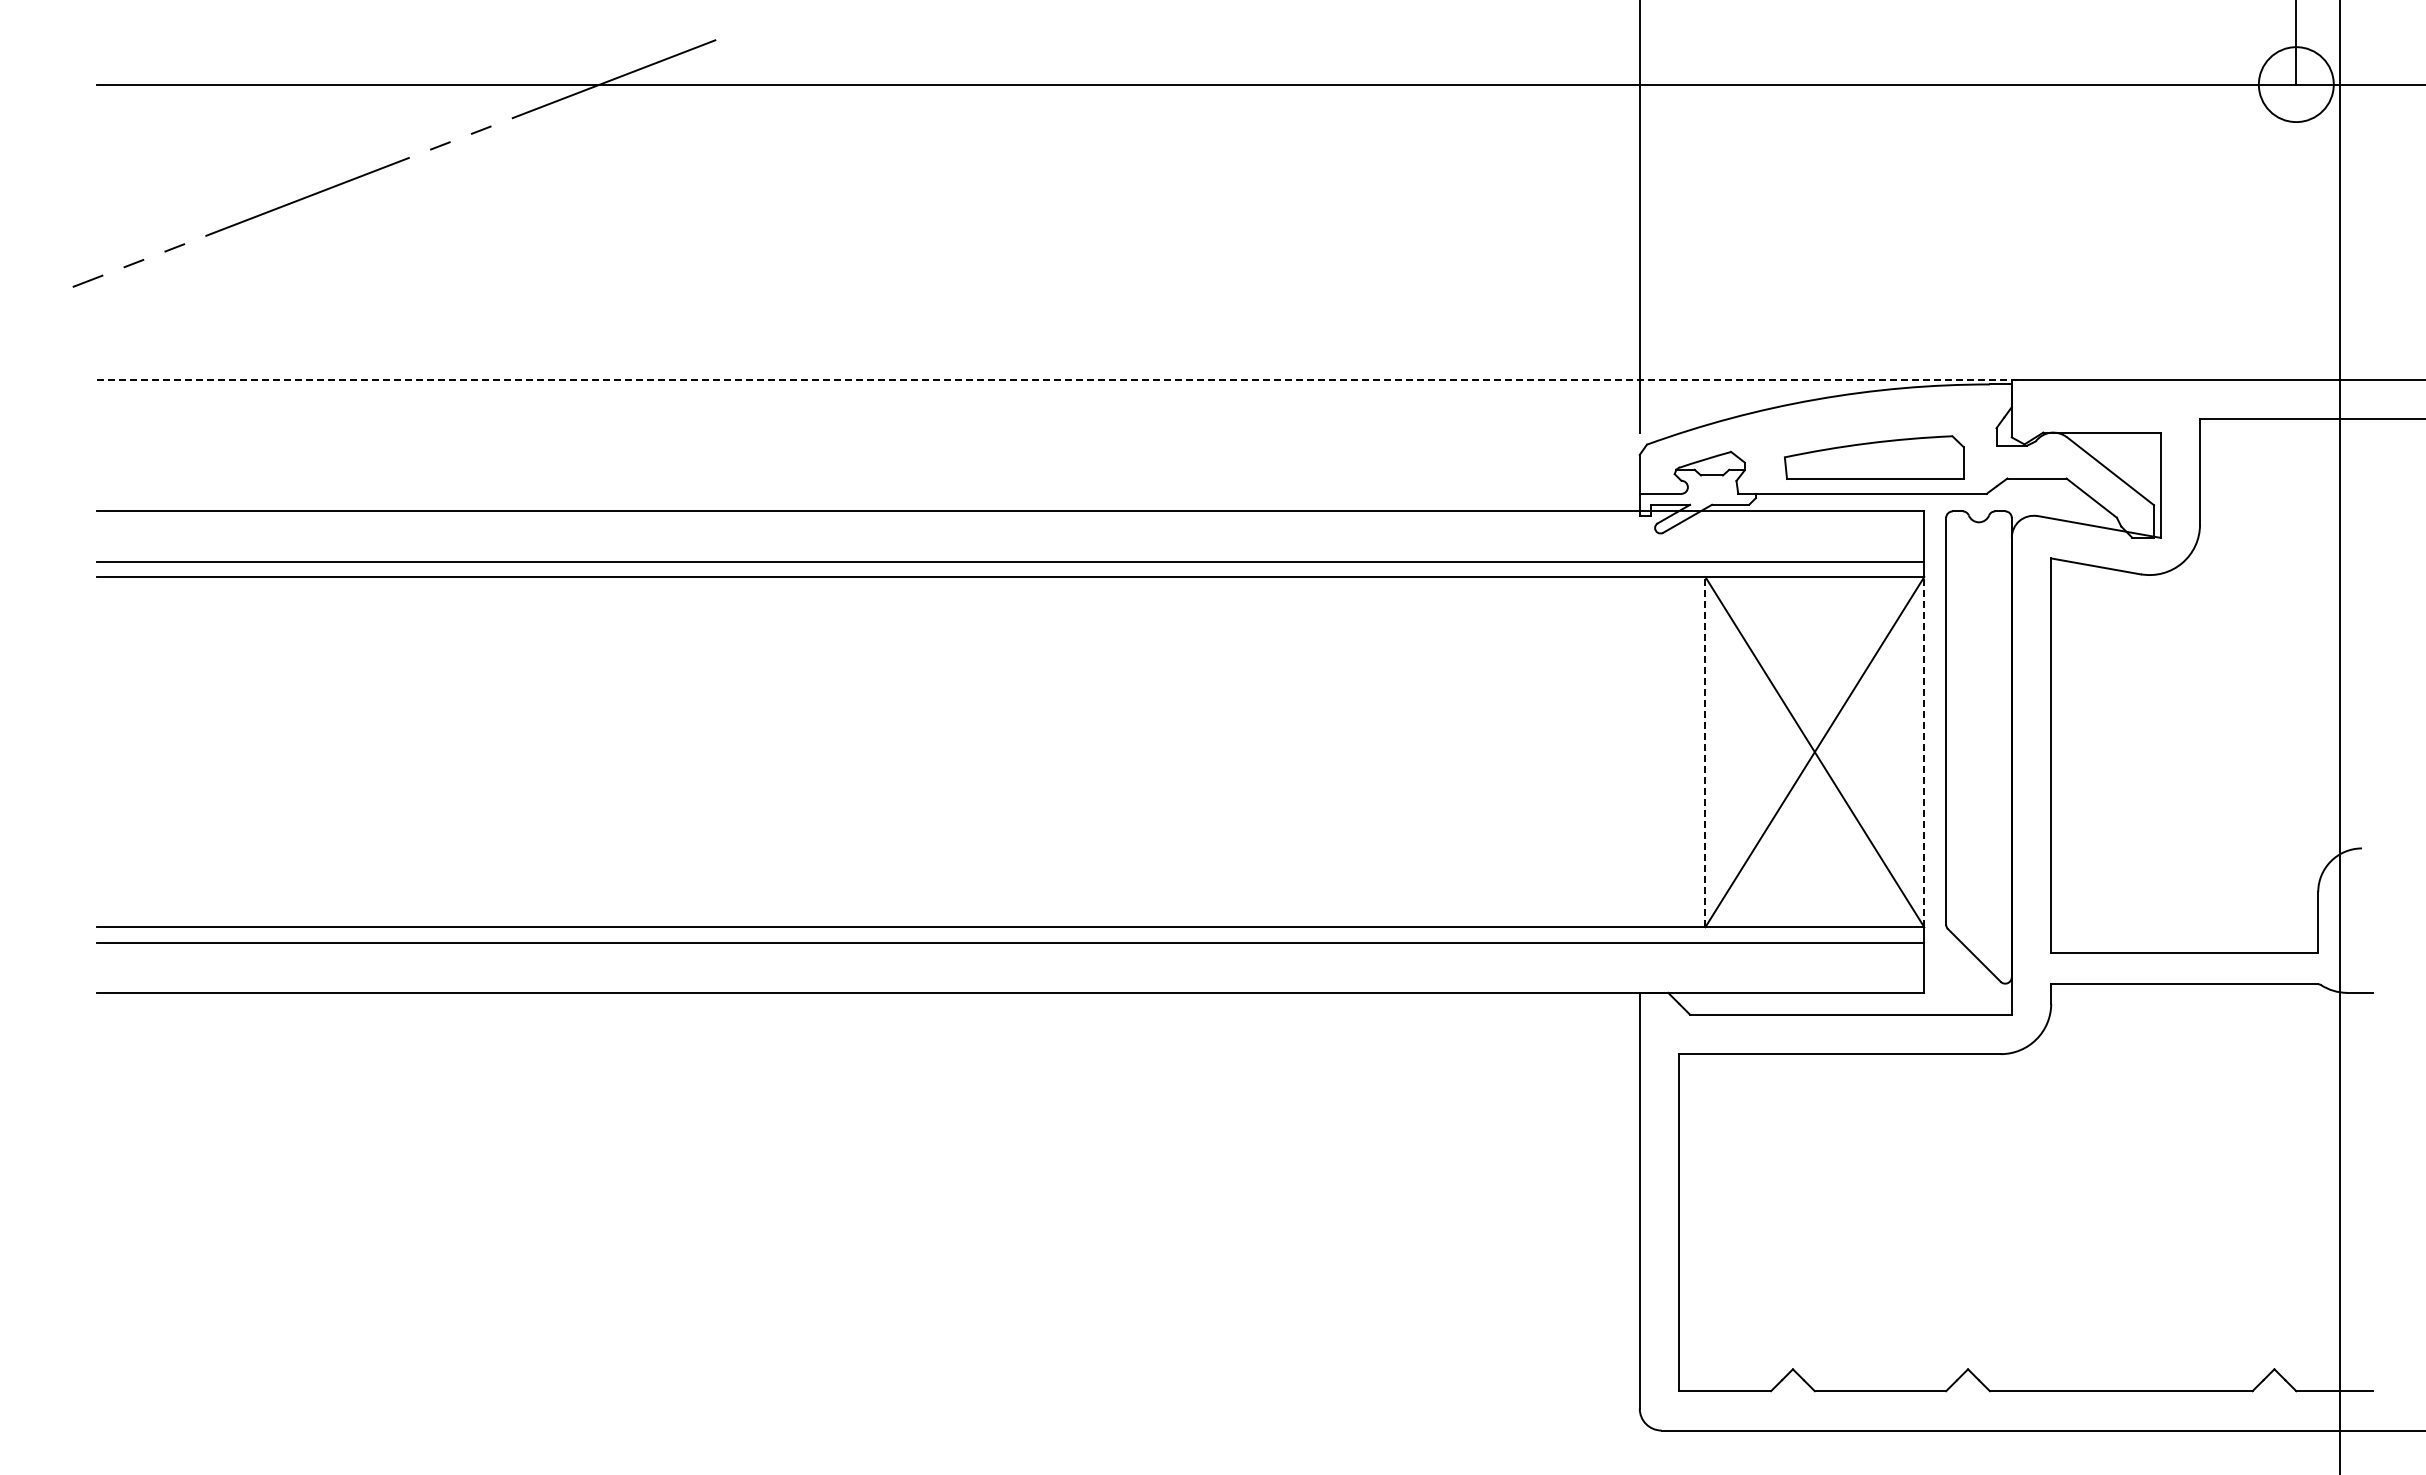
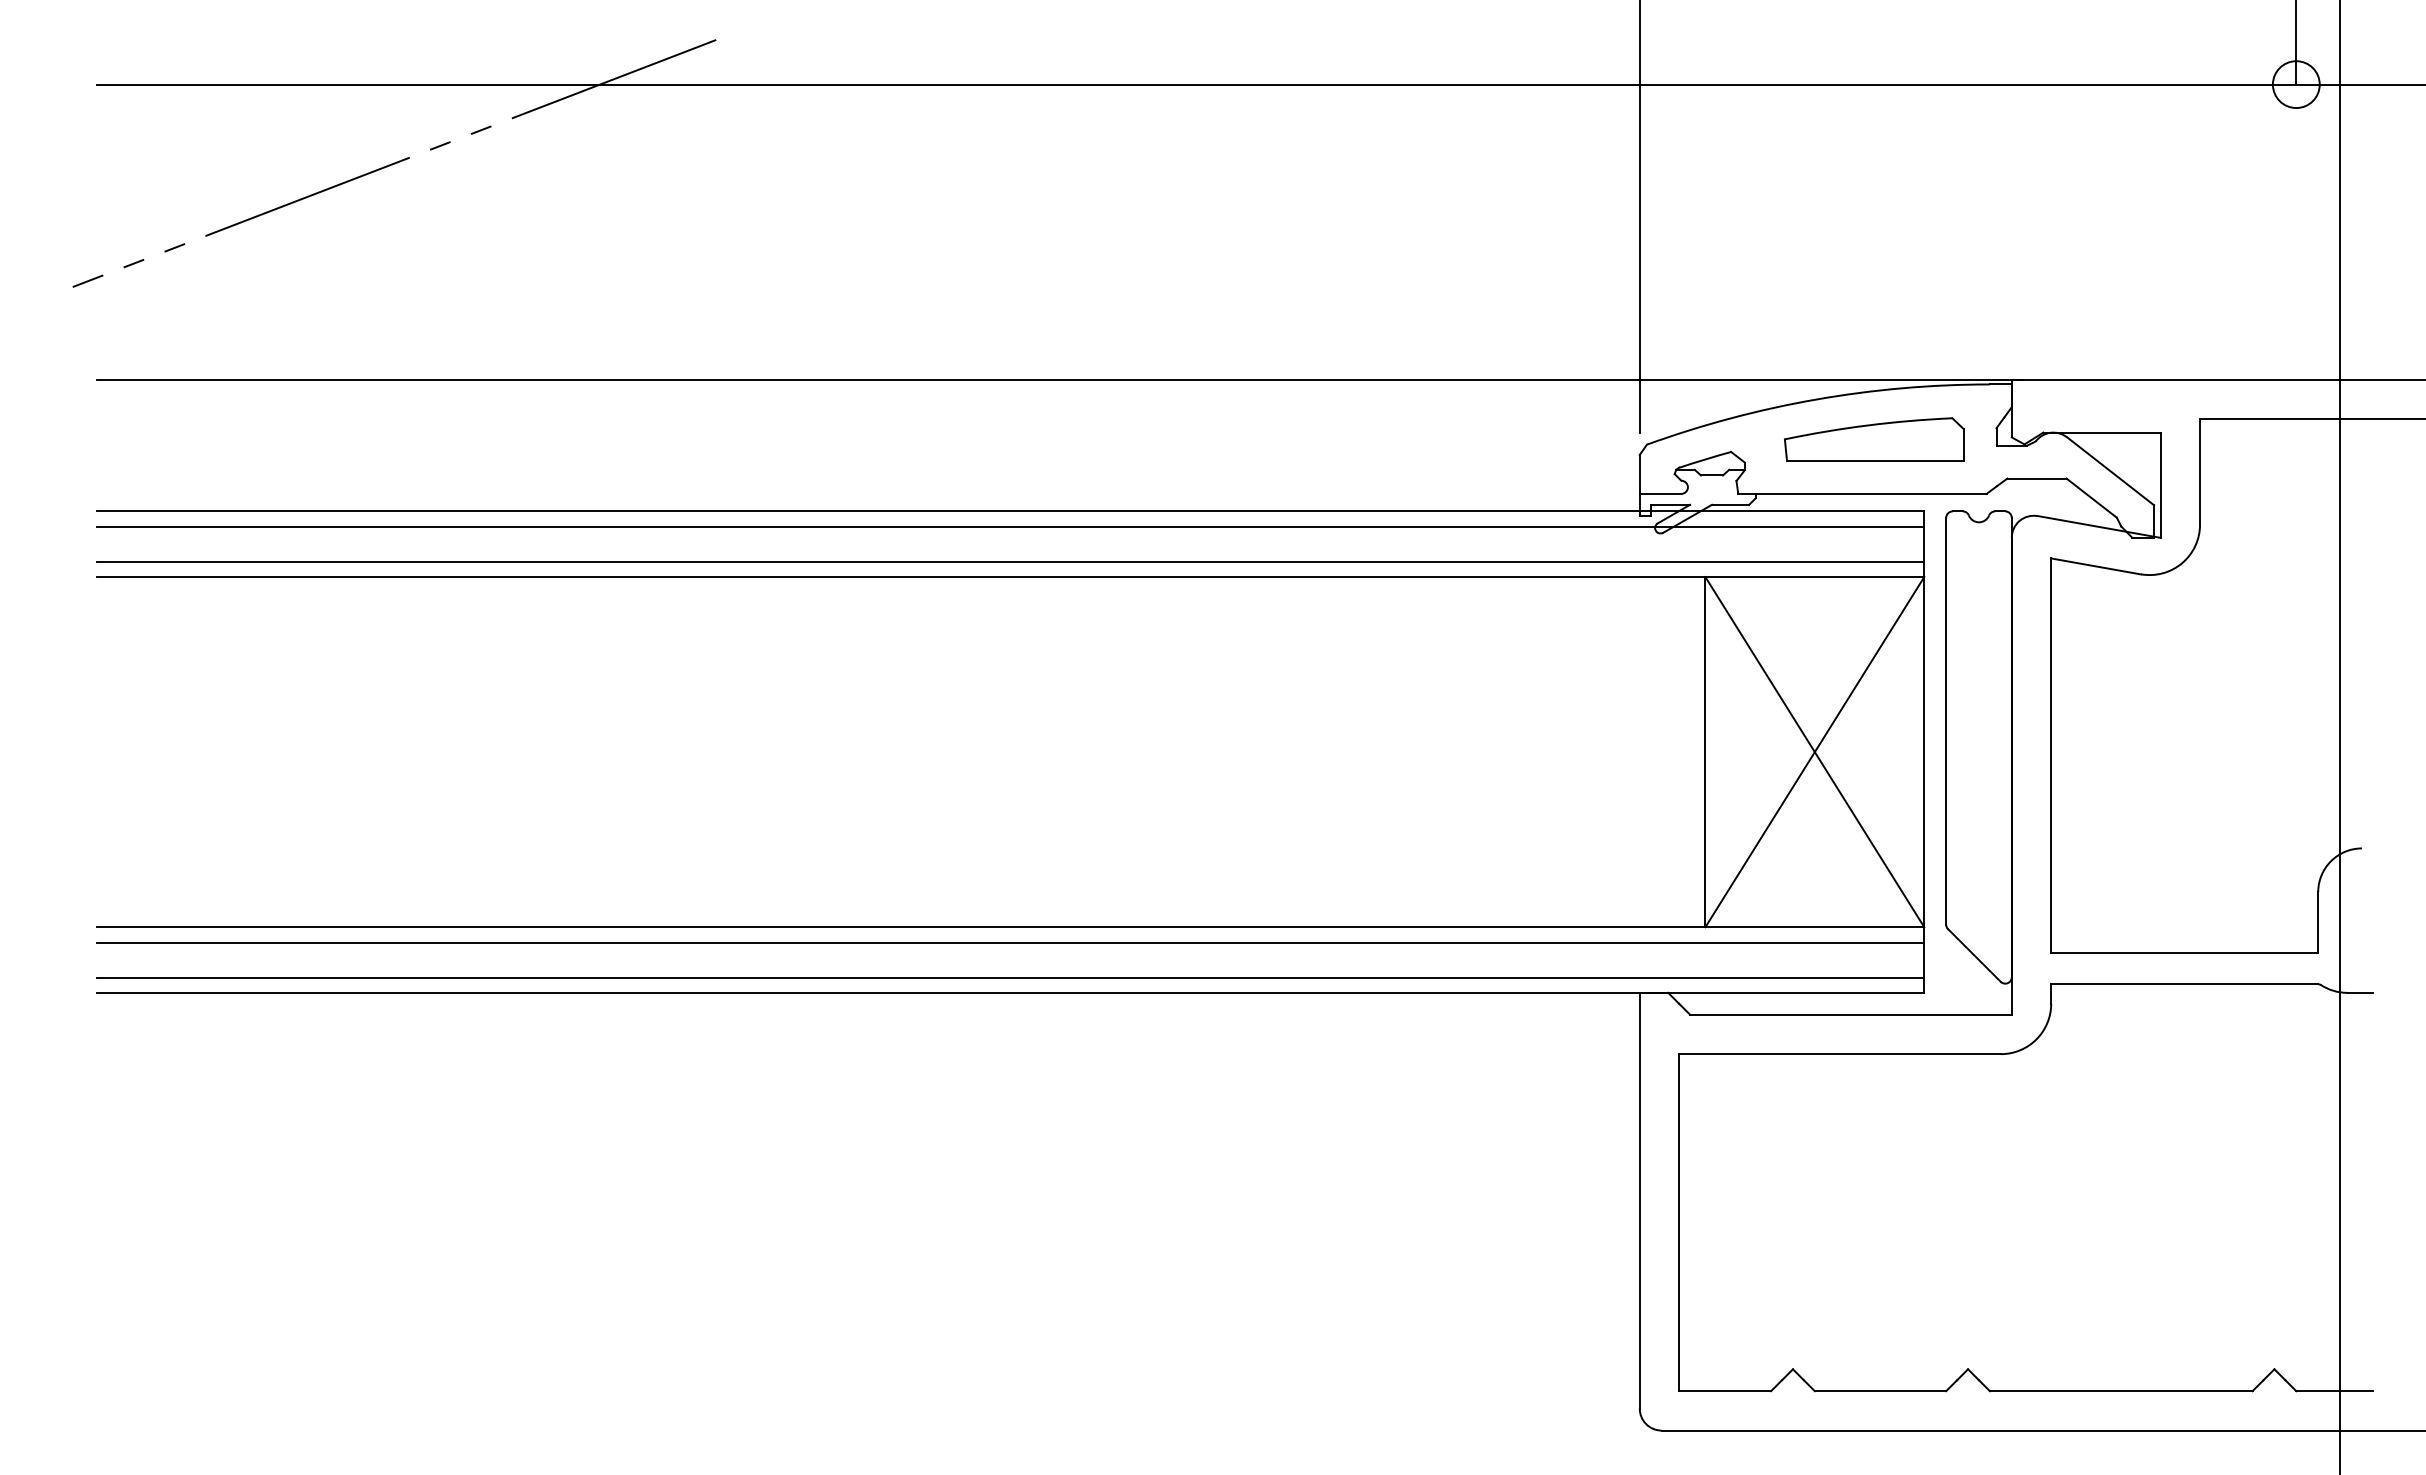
circle at (2295, 84) diameter: 75 px -> 47 px
line at (1059, 380): dashed -> solid
part at (1874, 457) position: (1874, 457) -> (1874, 439)
line at (1010, 526): none -> present
line at (1705, 751): dashed -> solid
line at (1924, 751): dashed -> solid
line at (1010, 977): none -> present
